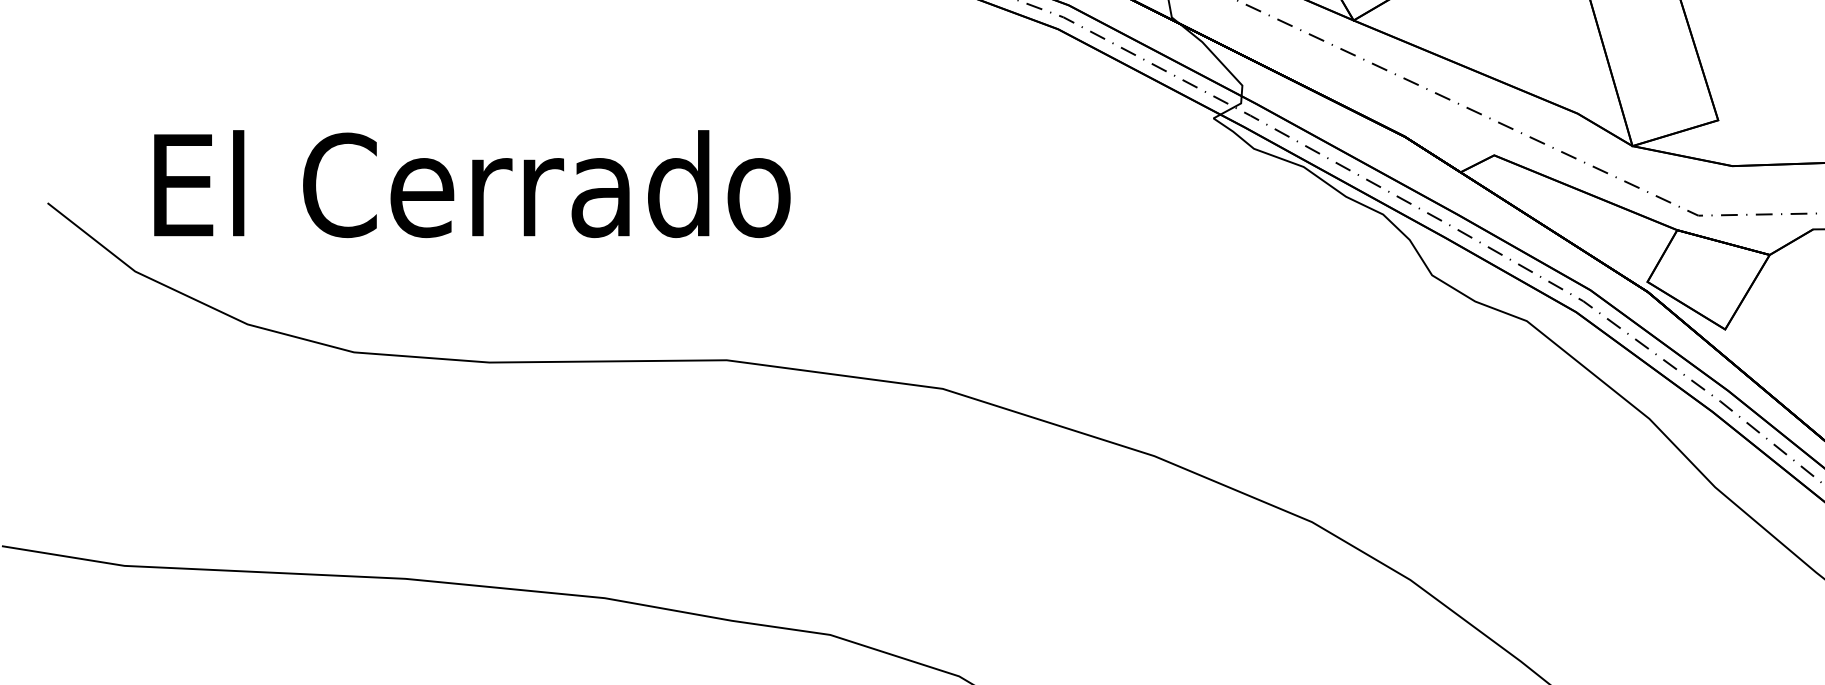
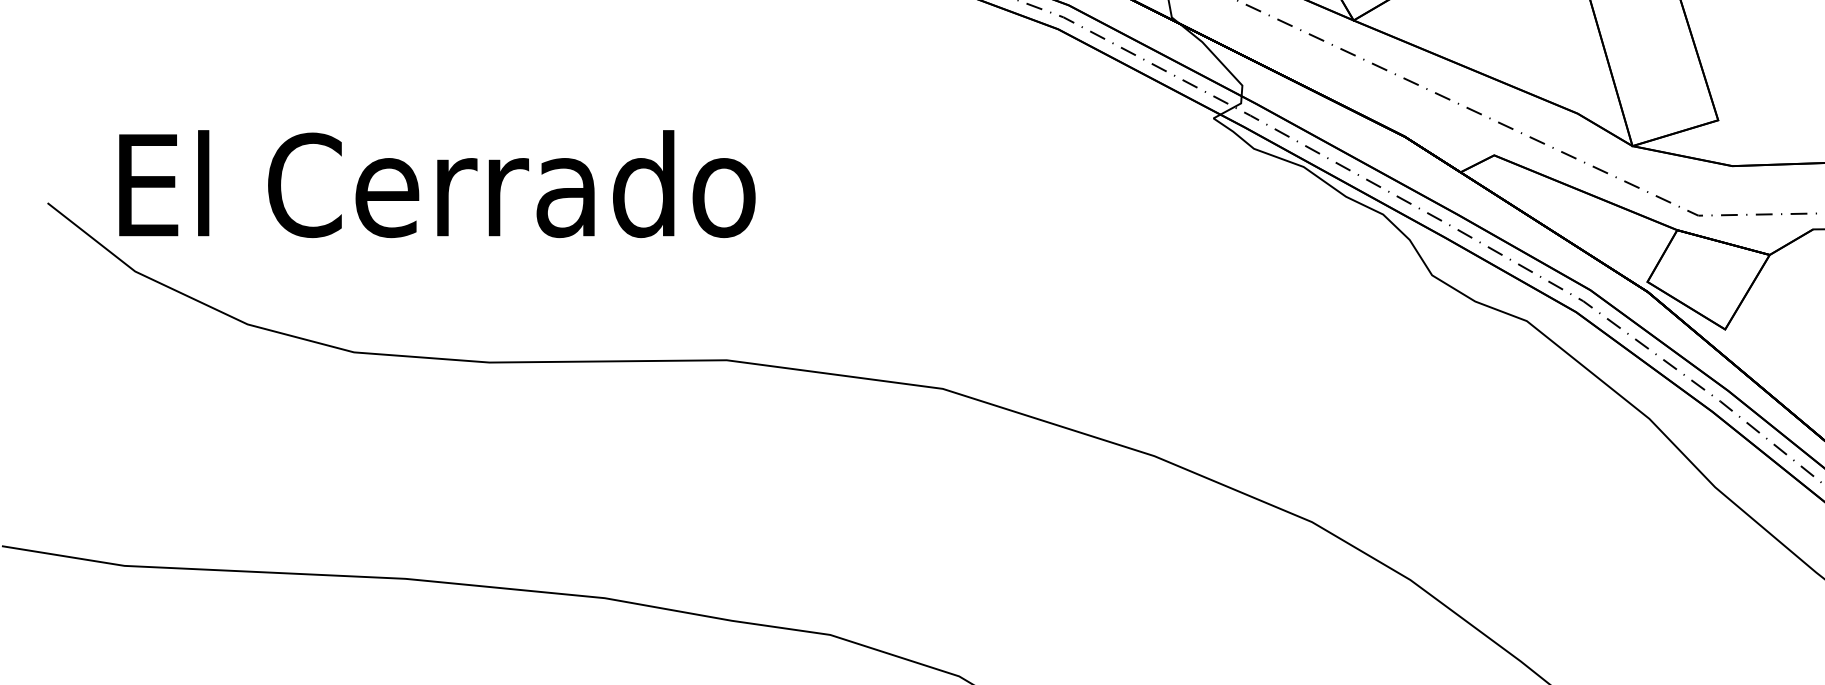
text at (472, 184) position: (472, 184) -> (437, 184)
